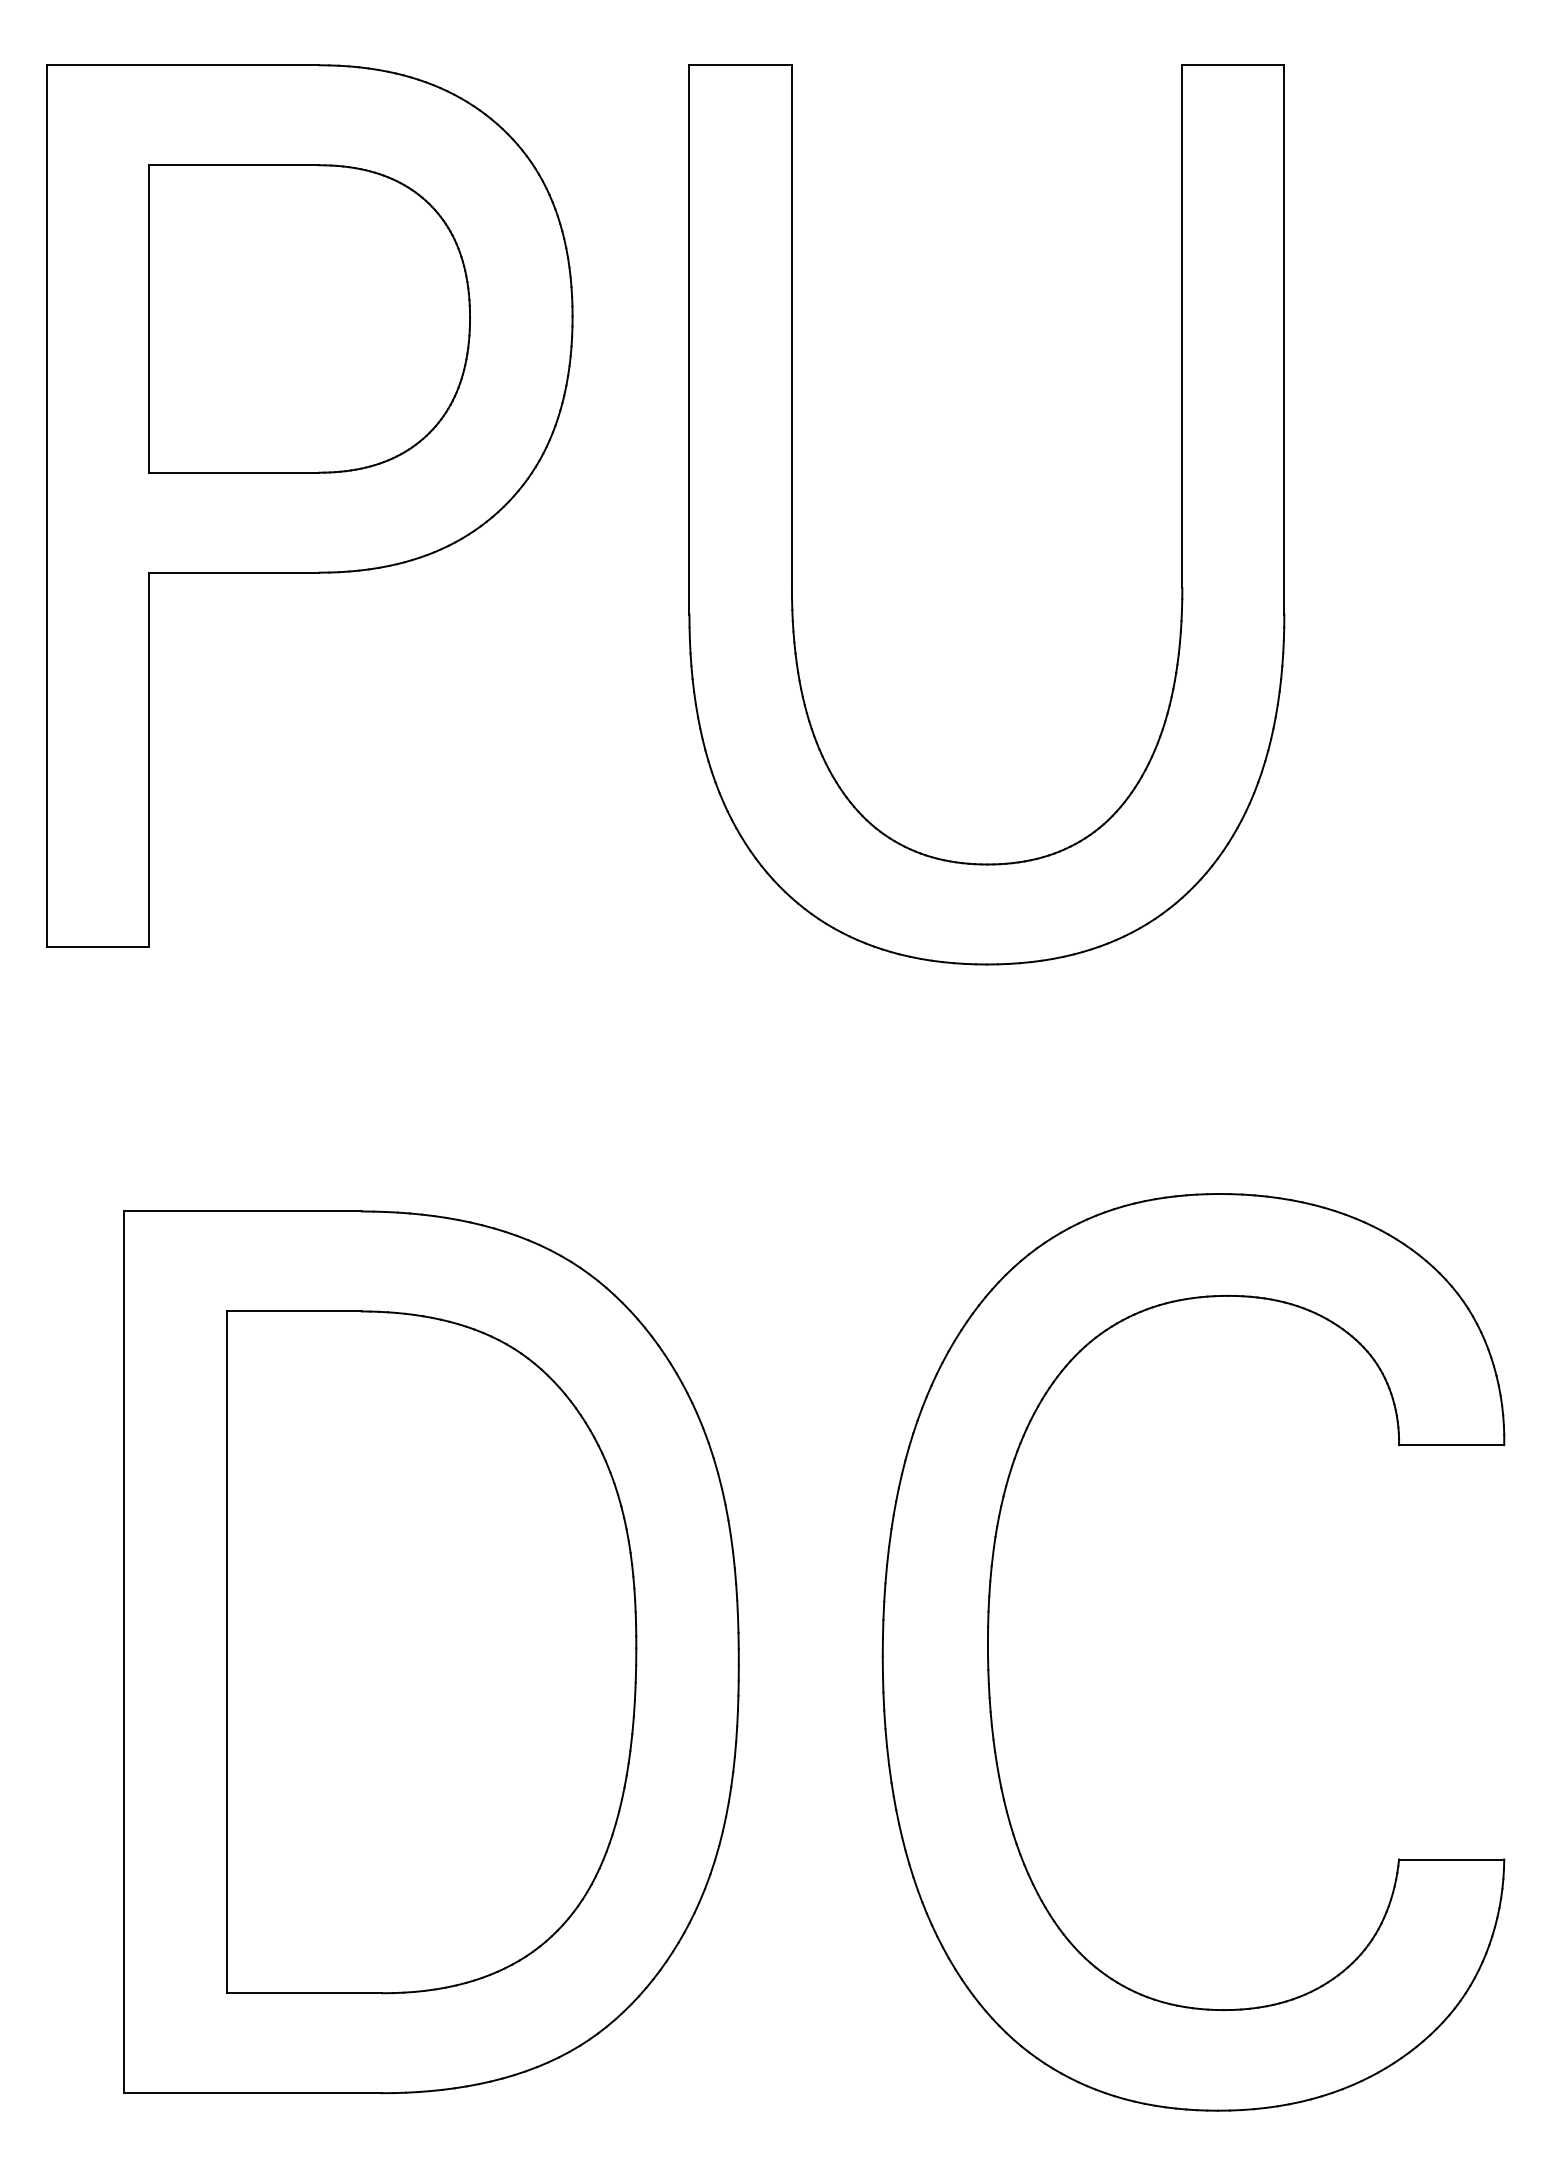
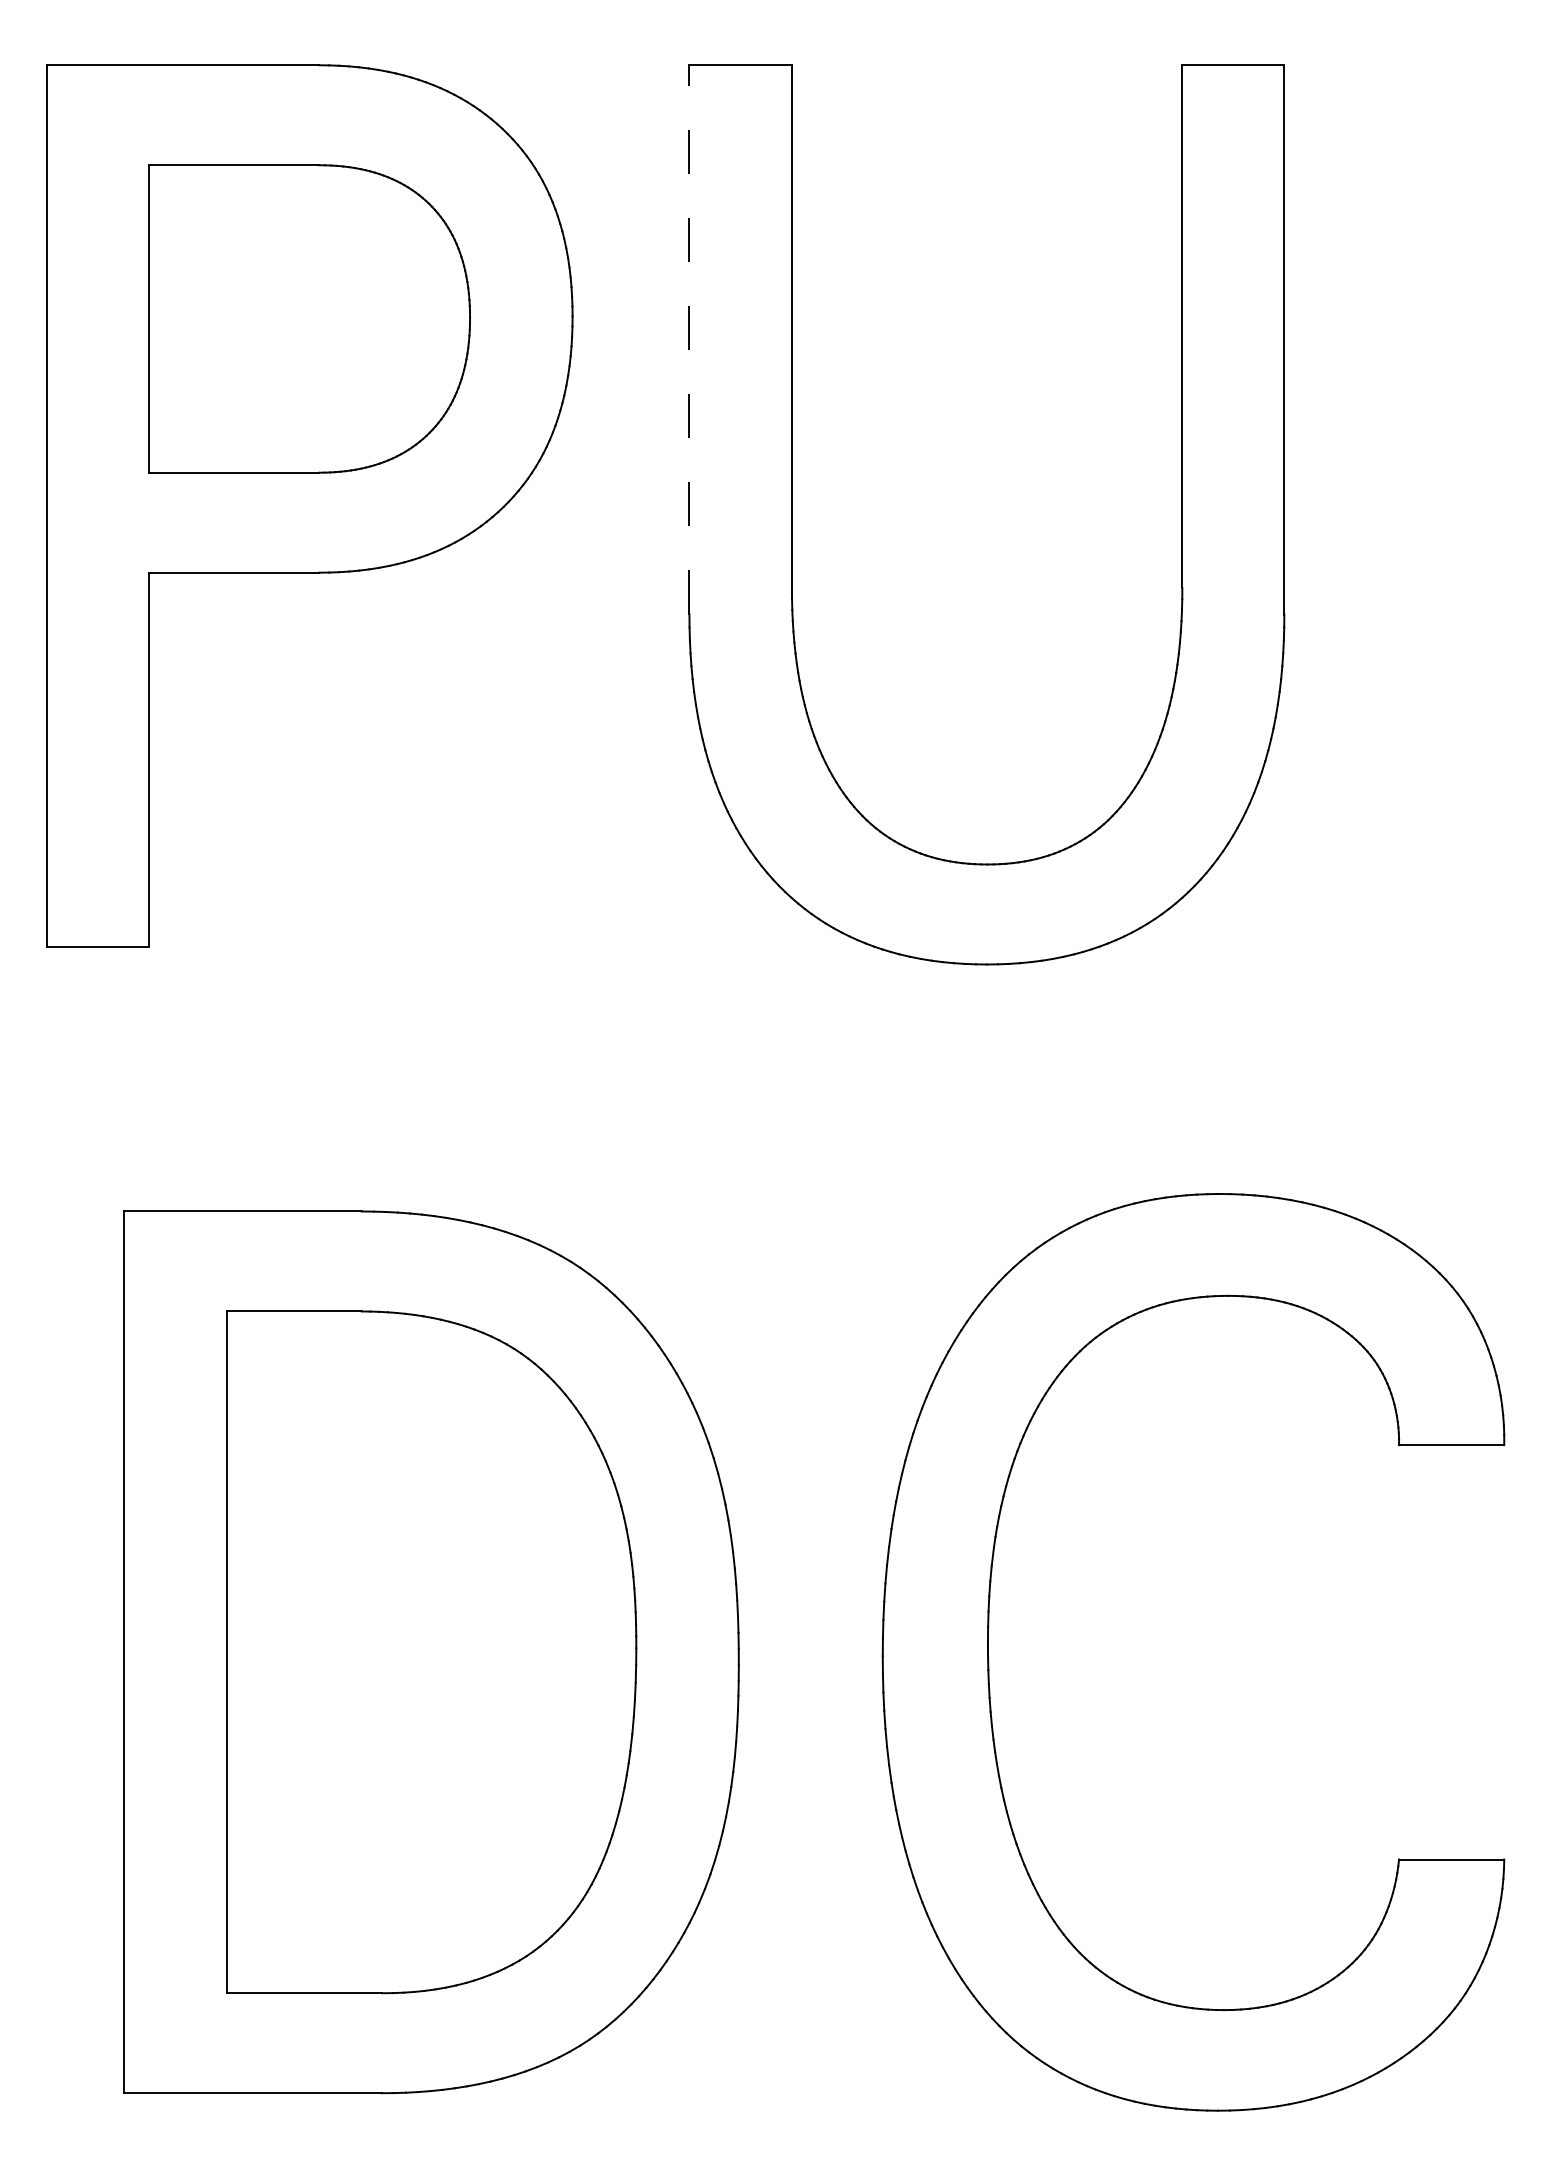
line at (689, 339): solid -> dashed
